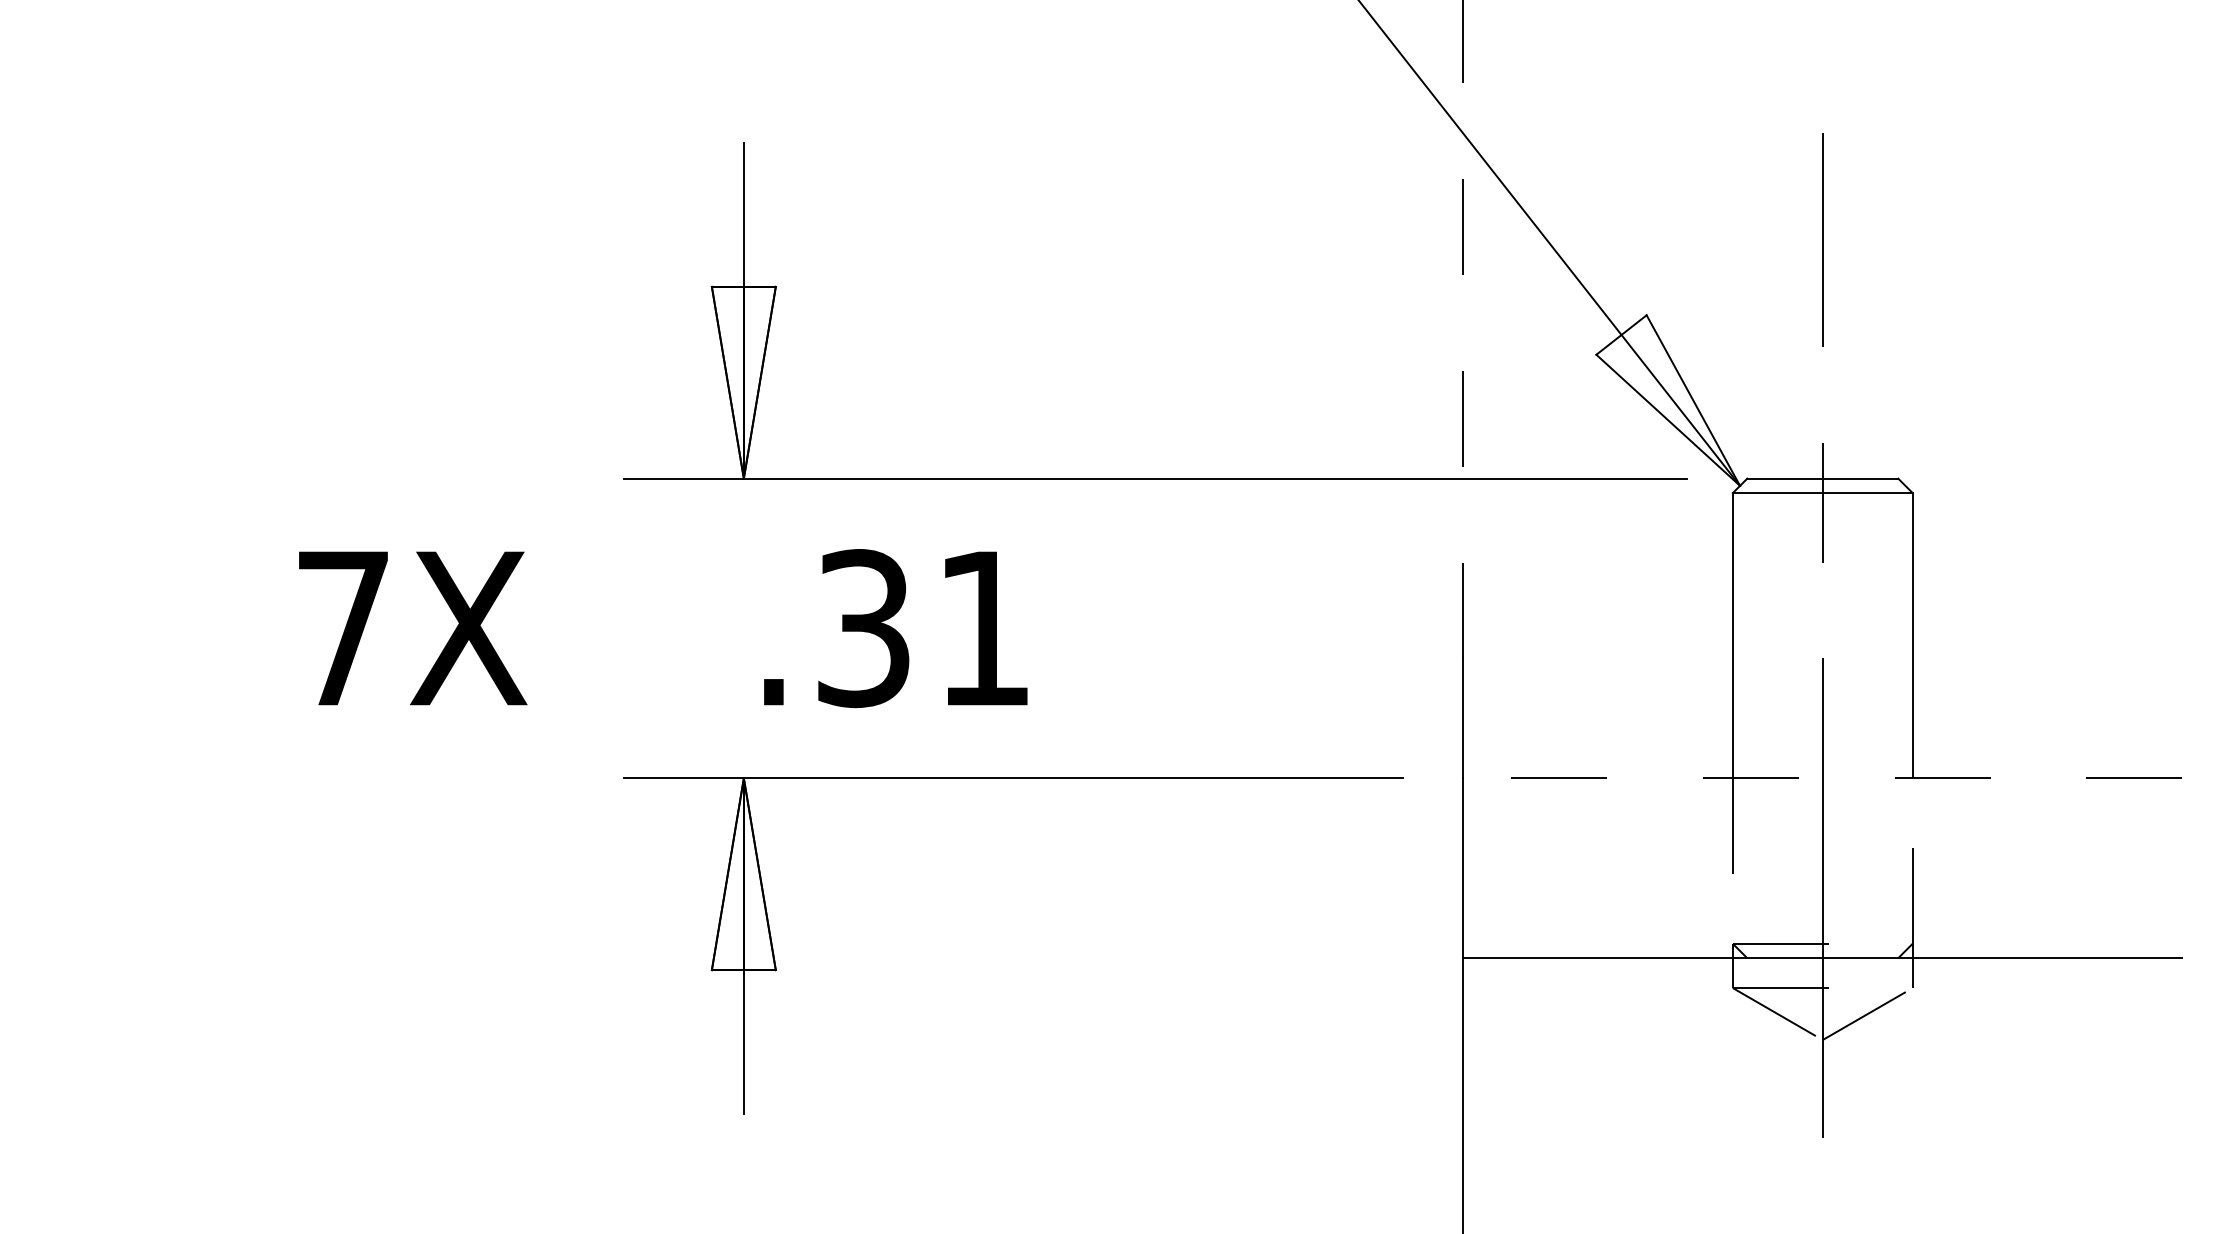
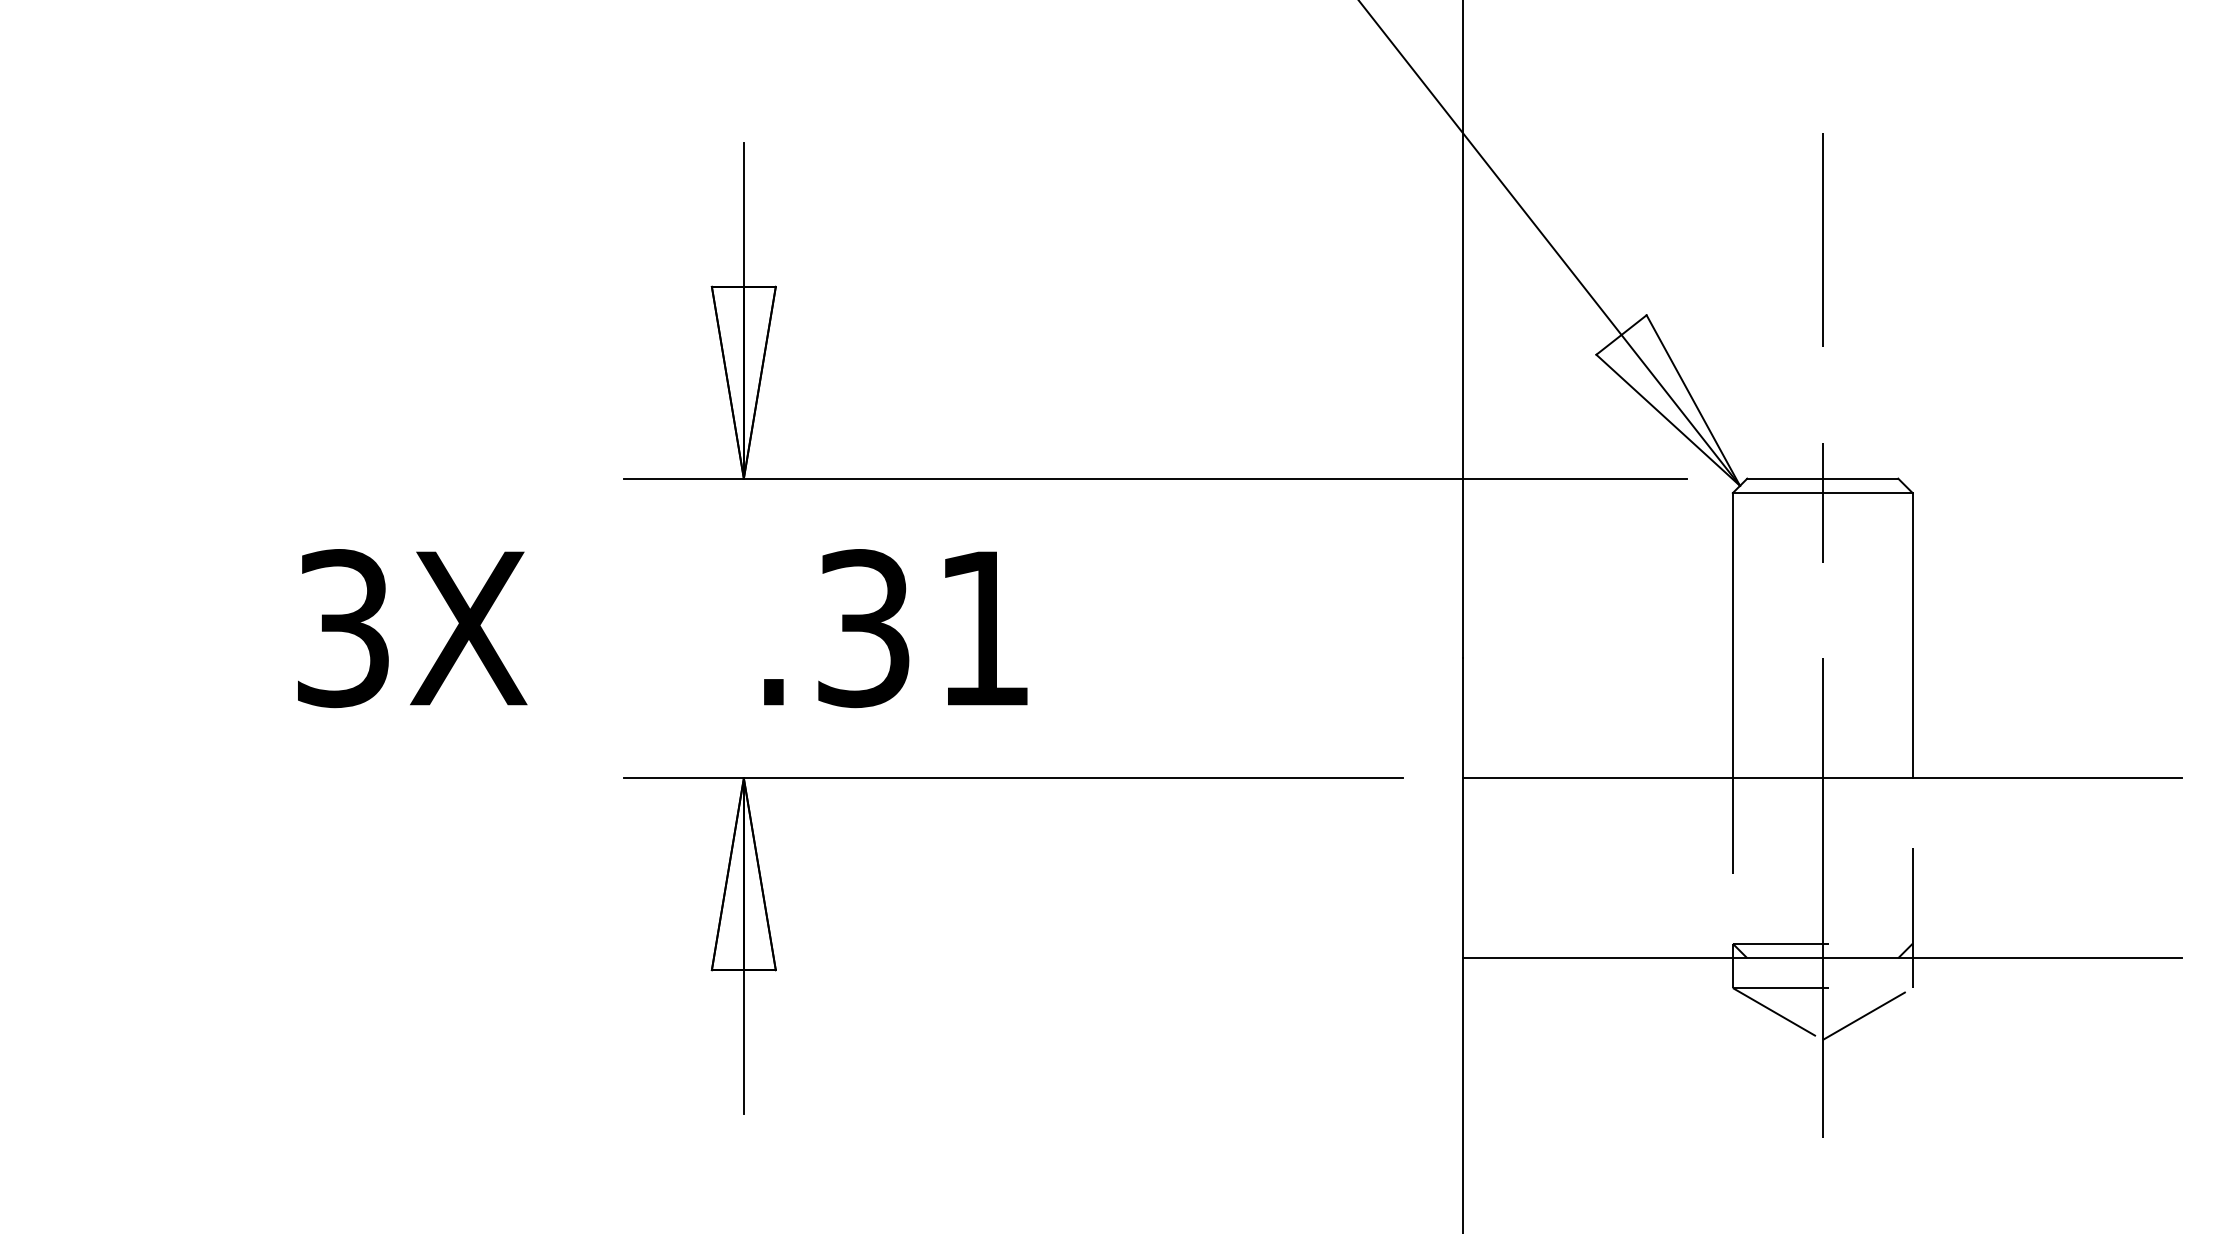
line at (1463, 329): dashed -> solid
text at (343, 628): 7X -> 3X
line at (1822, 778): dashed -> solid
